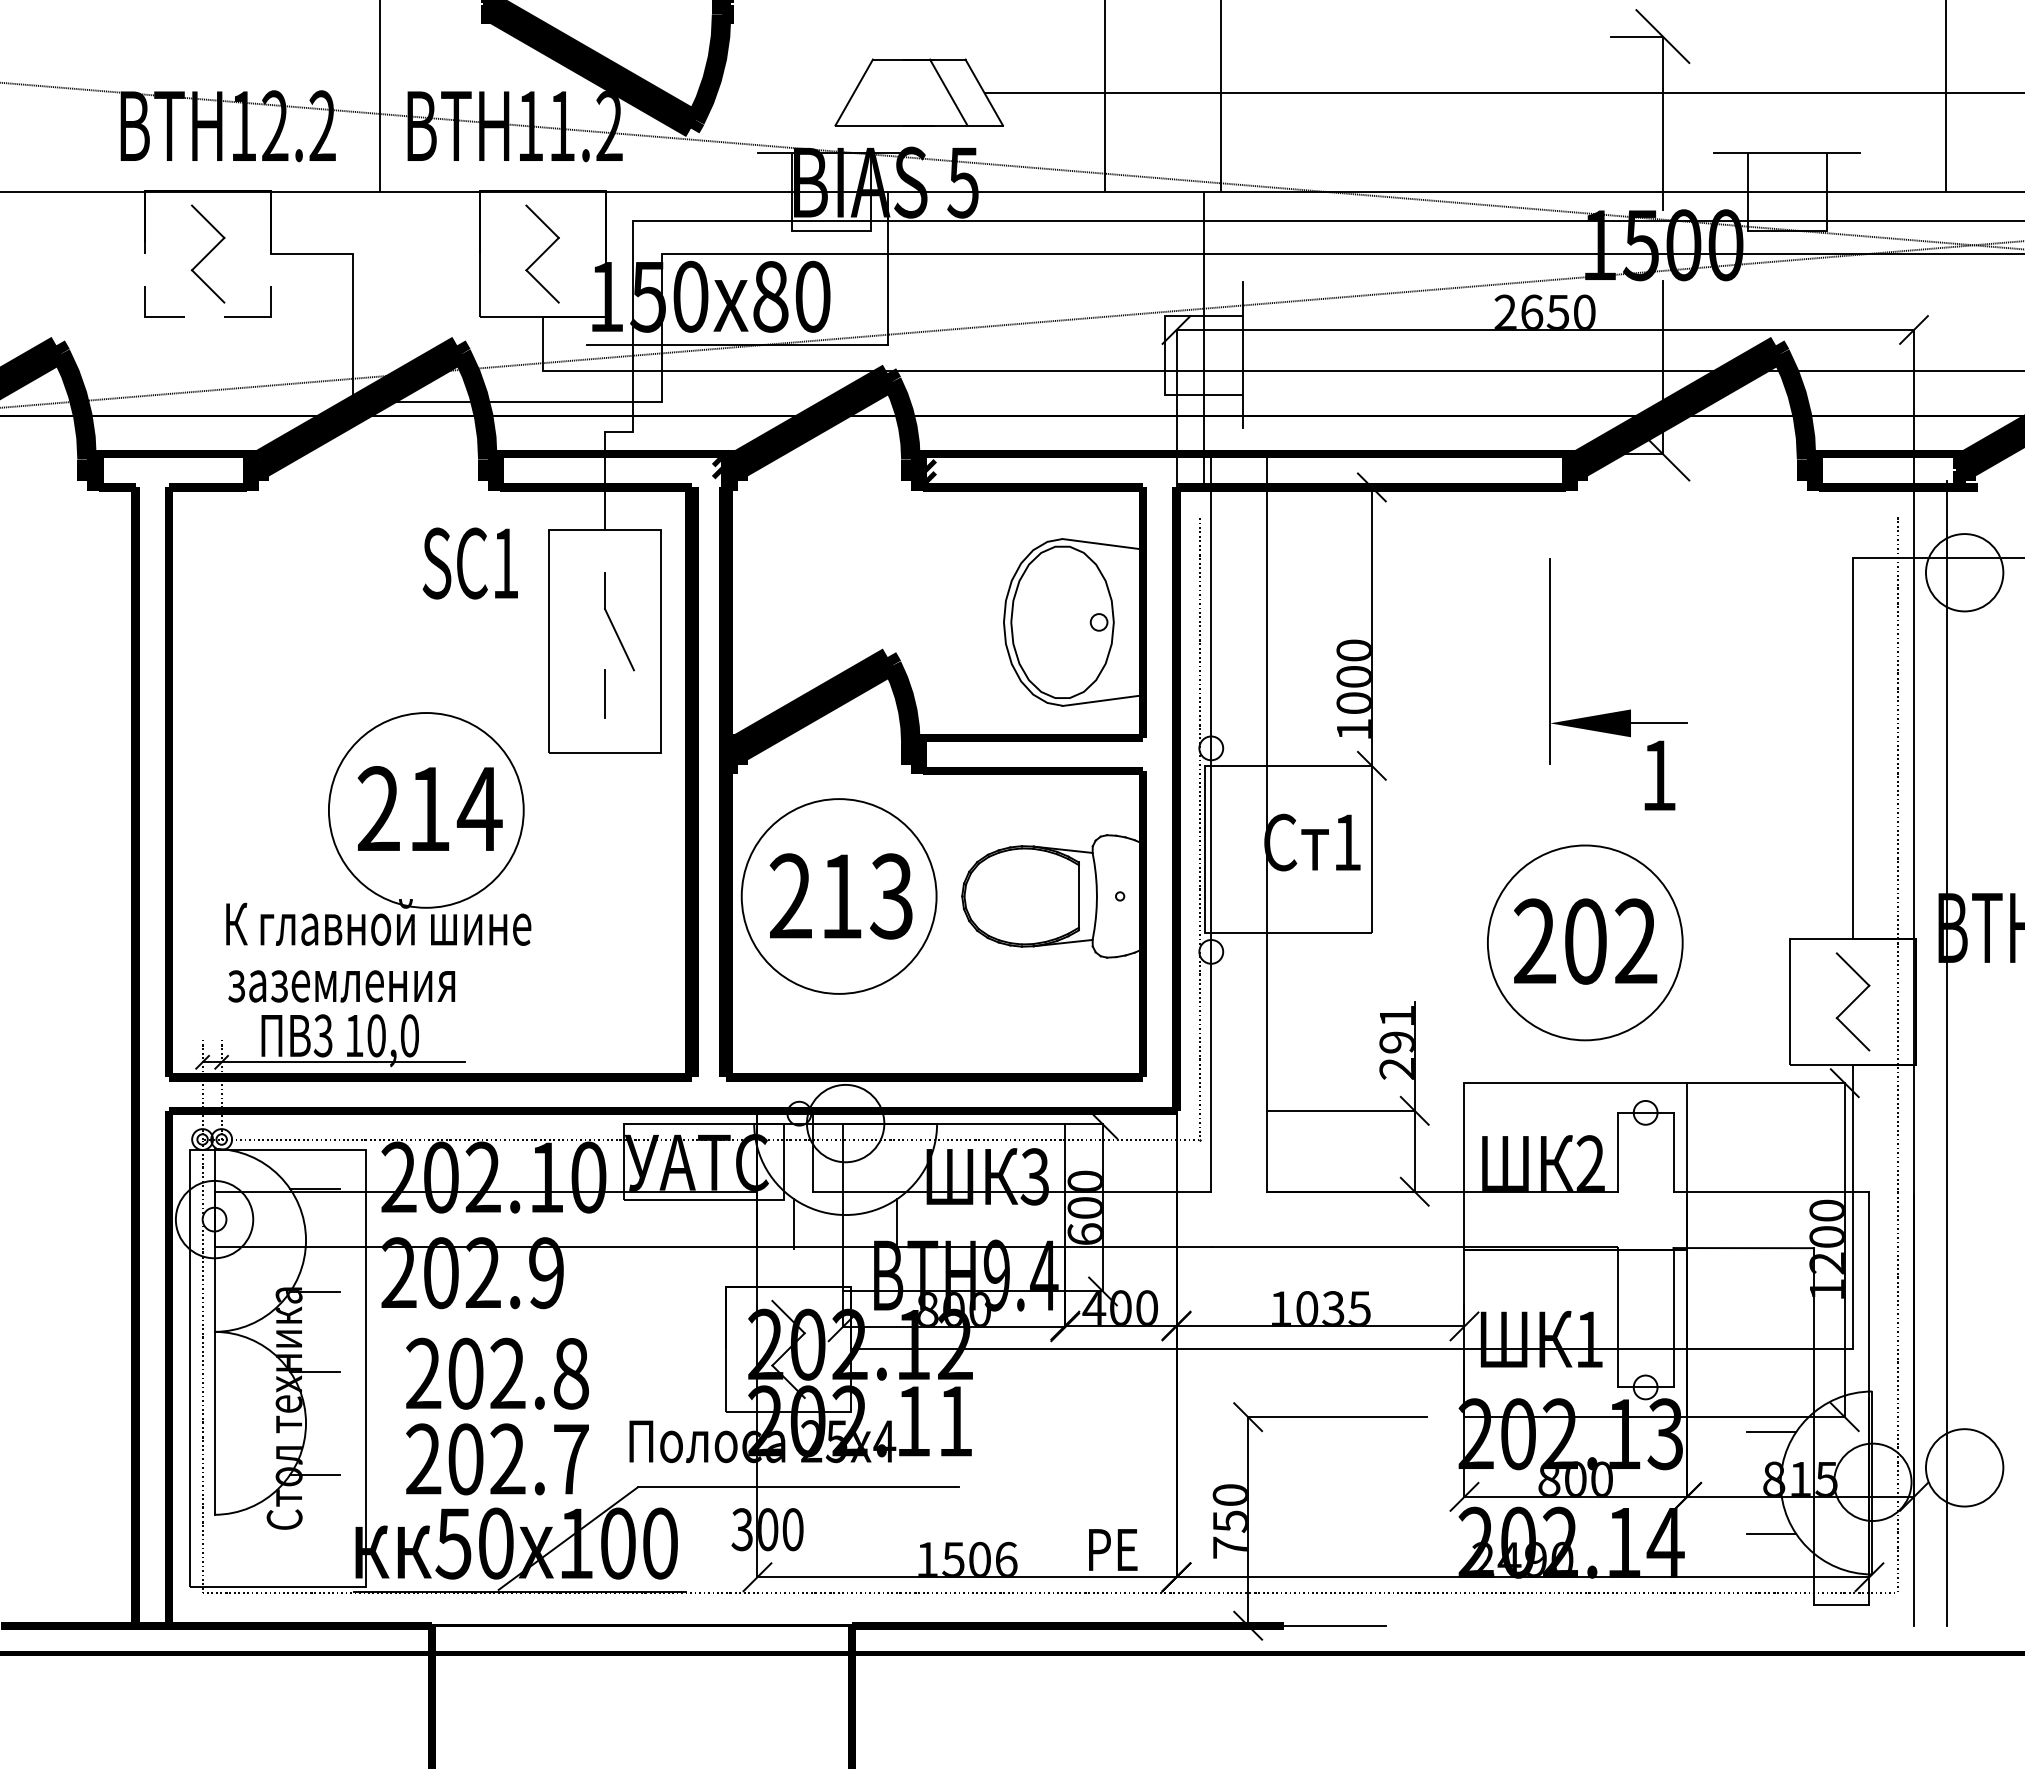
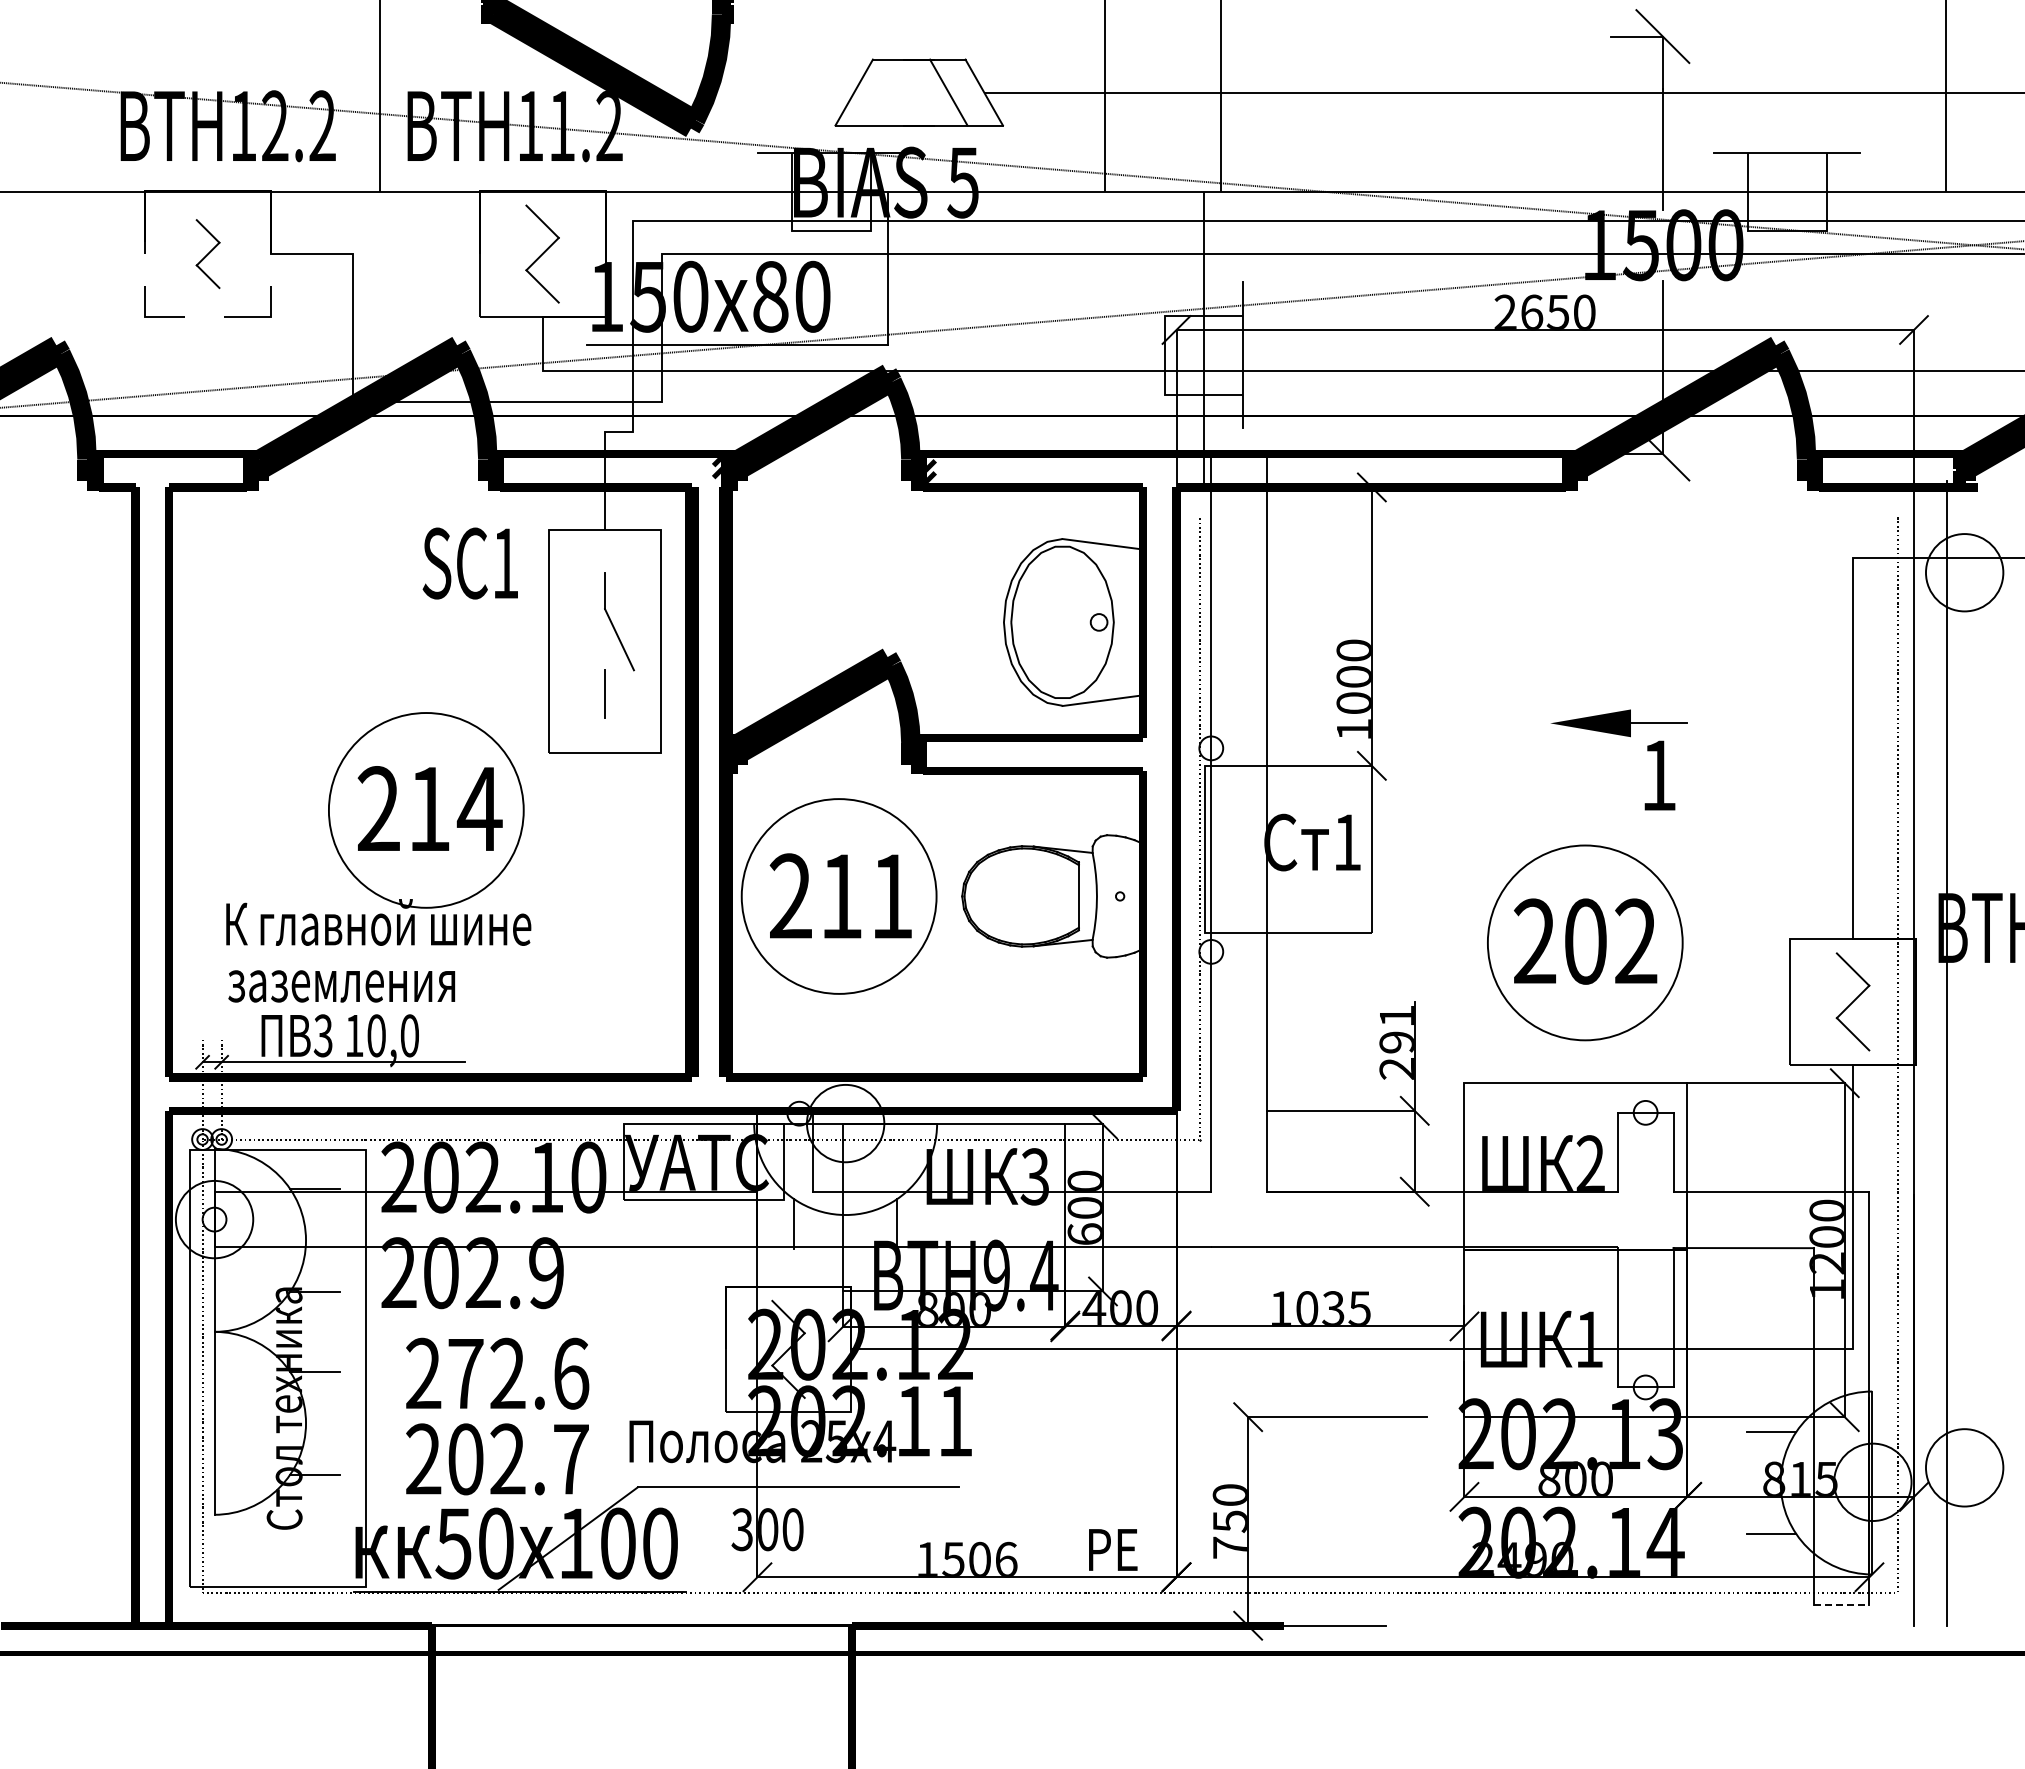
part at (207, 253) size: 36x100 px -> 26x71 px
line at (1550, 661): present -> none
text at (891, 896): 213 -> 211
text at (518, 1373): 202.8 -> 272.6
line at (1841, 1604): solid -> dashed
